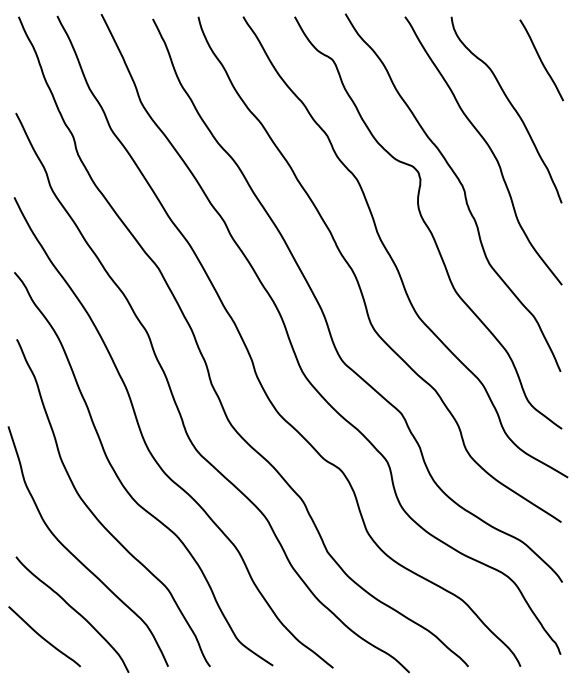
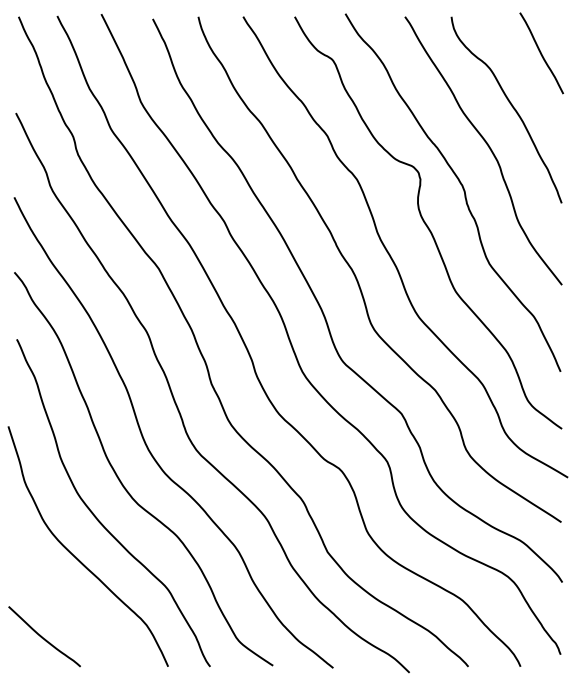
curve at (541, 60) position: (541, 60) -> (541, 53)
curve at (74, 611): present -> none
